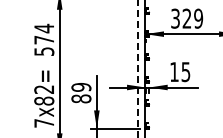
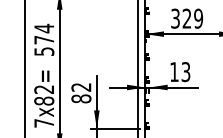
line at (25, 68): none -> present
line at (138, 69): dashed -> solid
text at (186, 71): 15 -> 13
text at (81, 87): 89 -> 82
